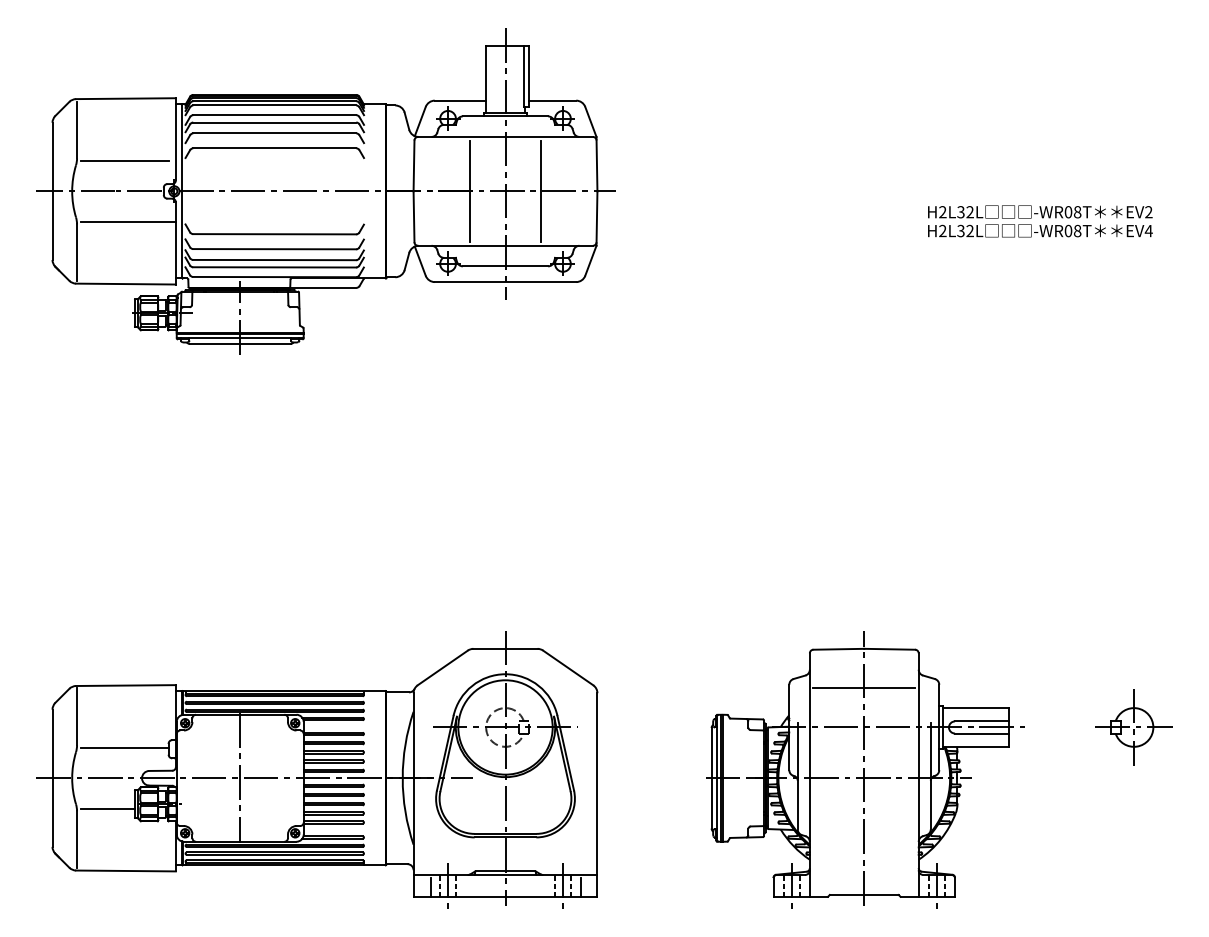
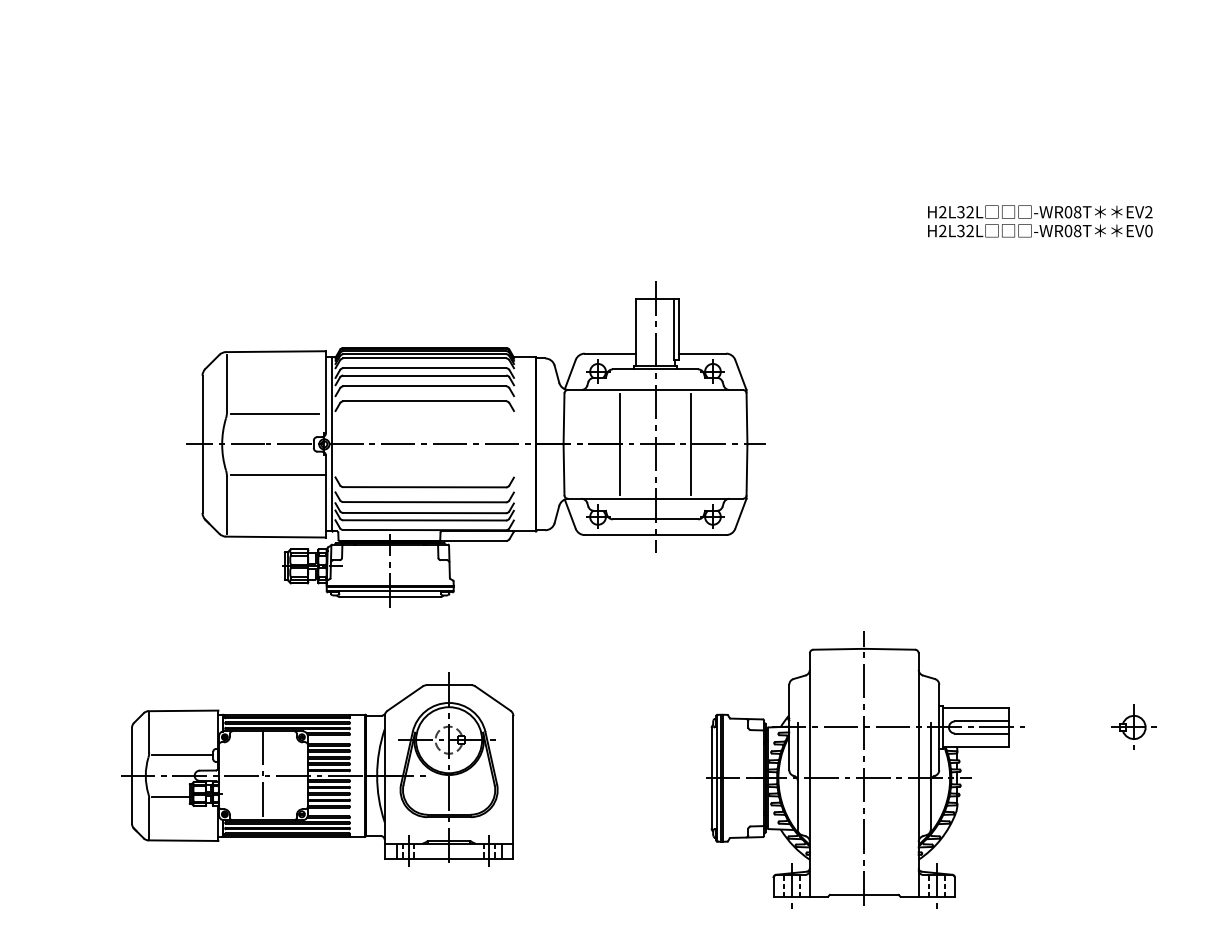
part at (325, 191) position: (325, 191) -> (475, 444)
text at (1148, 230): EV4 -> EV0
line at (863, 688): present -> none
part at (1133, 727) size: 78x77 px -> 46x46 px
part at (317, 769) size: 563x278 px -> 394x195 px
